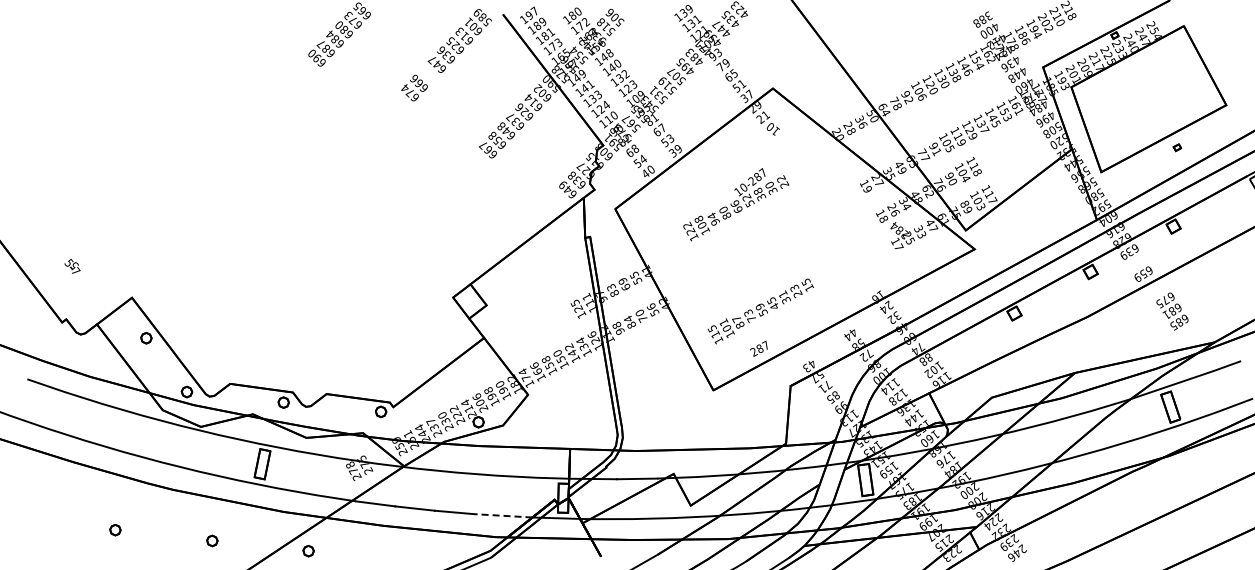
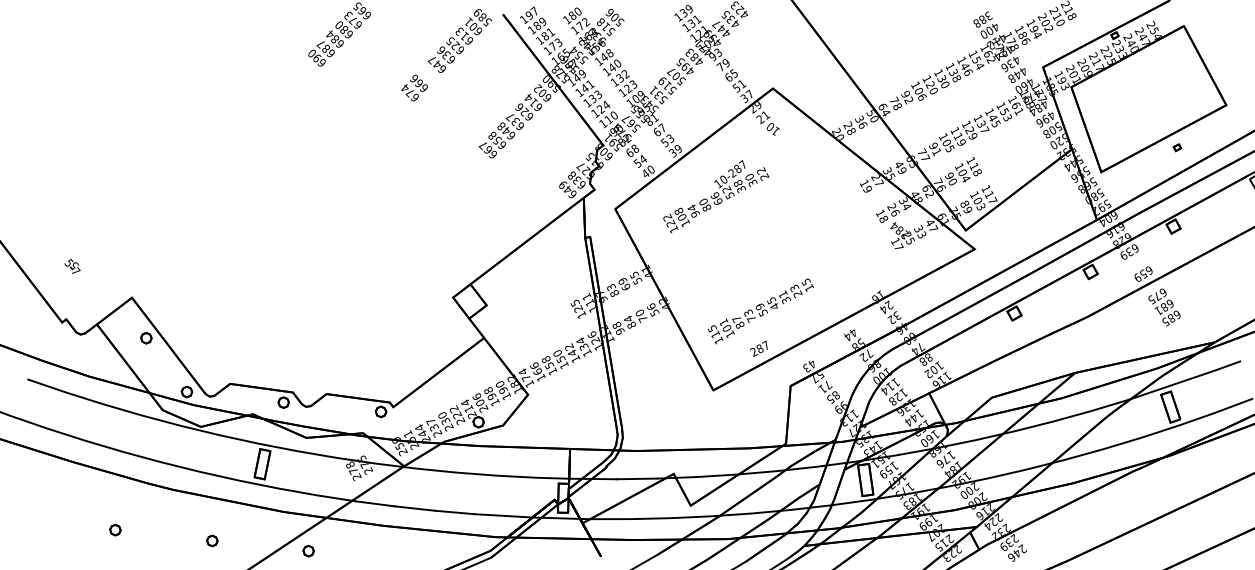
text at (736, 204) position: (736, 204) -> (716, 196)
text at (1172, 311) position: (1172, 311) -> (1164, 307)
line at (502, 515): dashed -> solid
